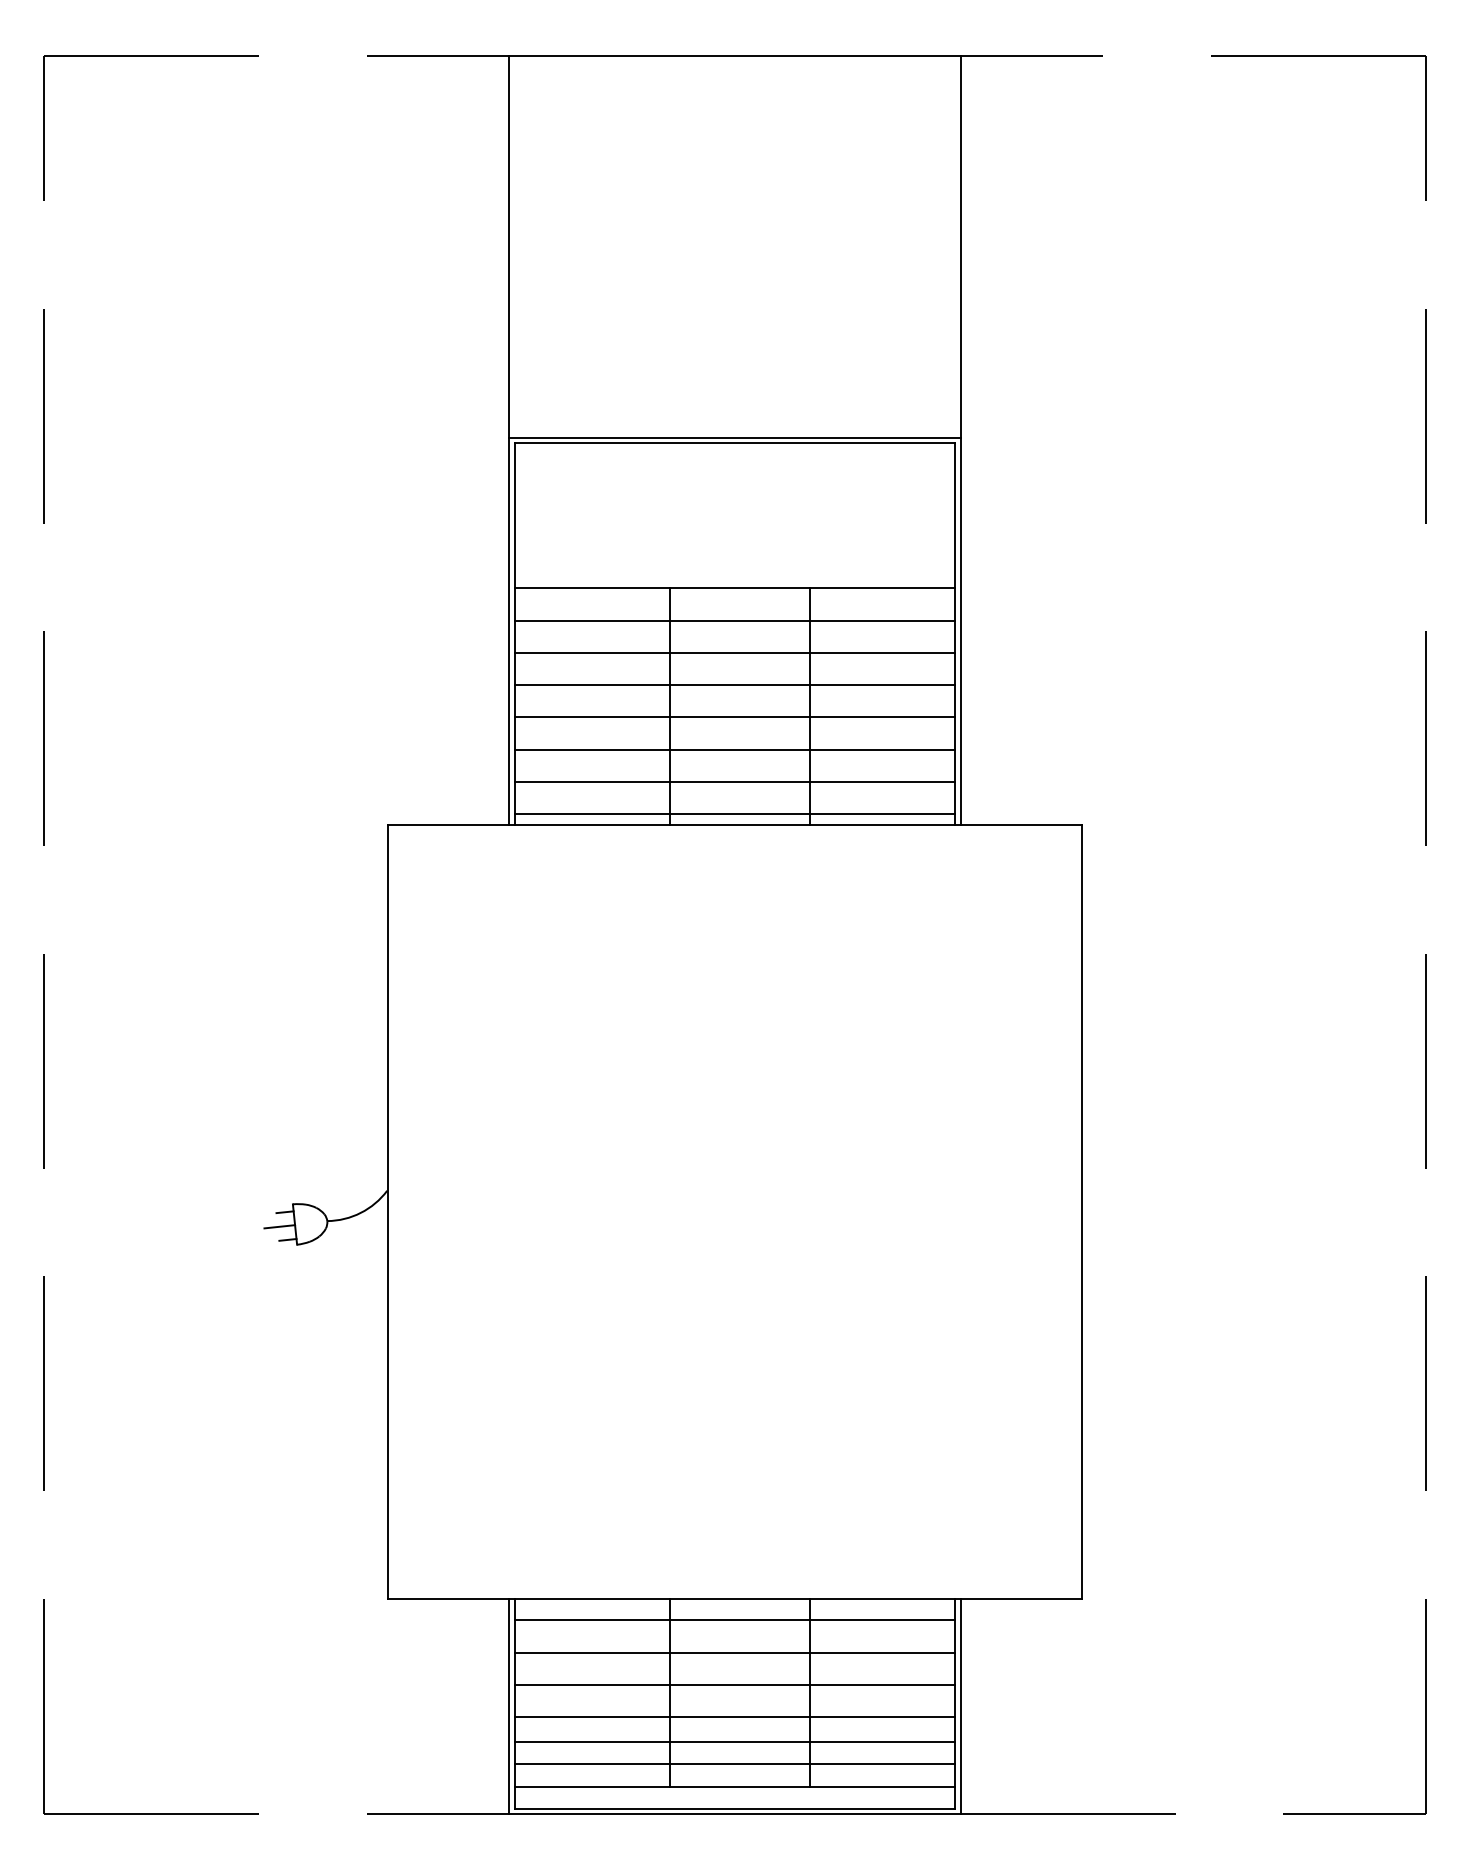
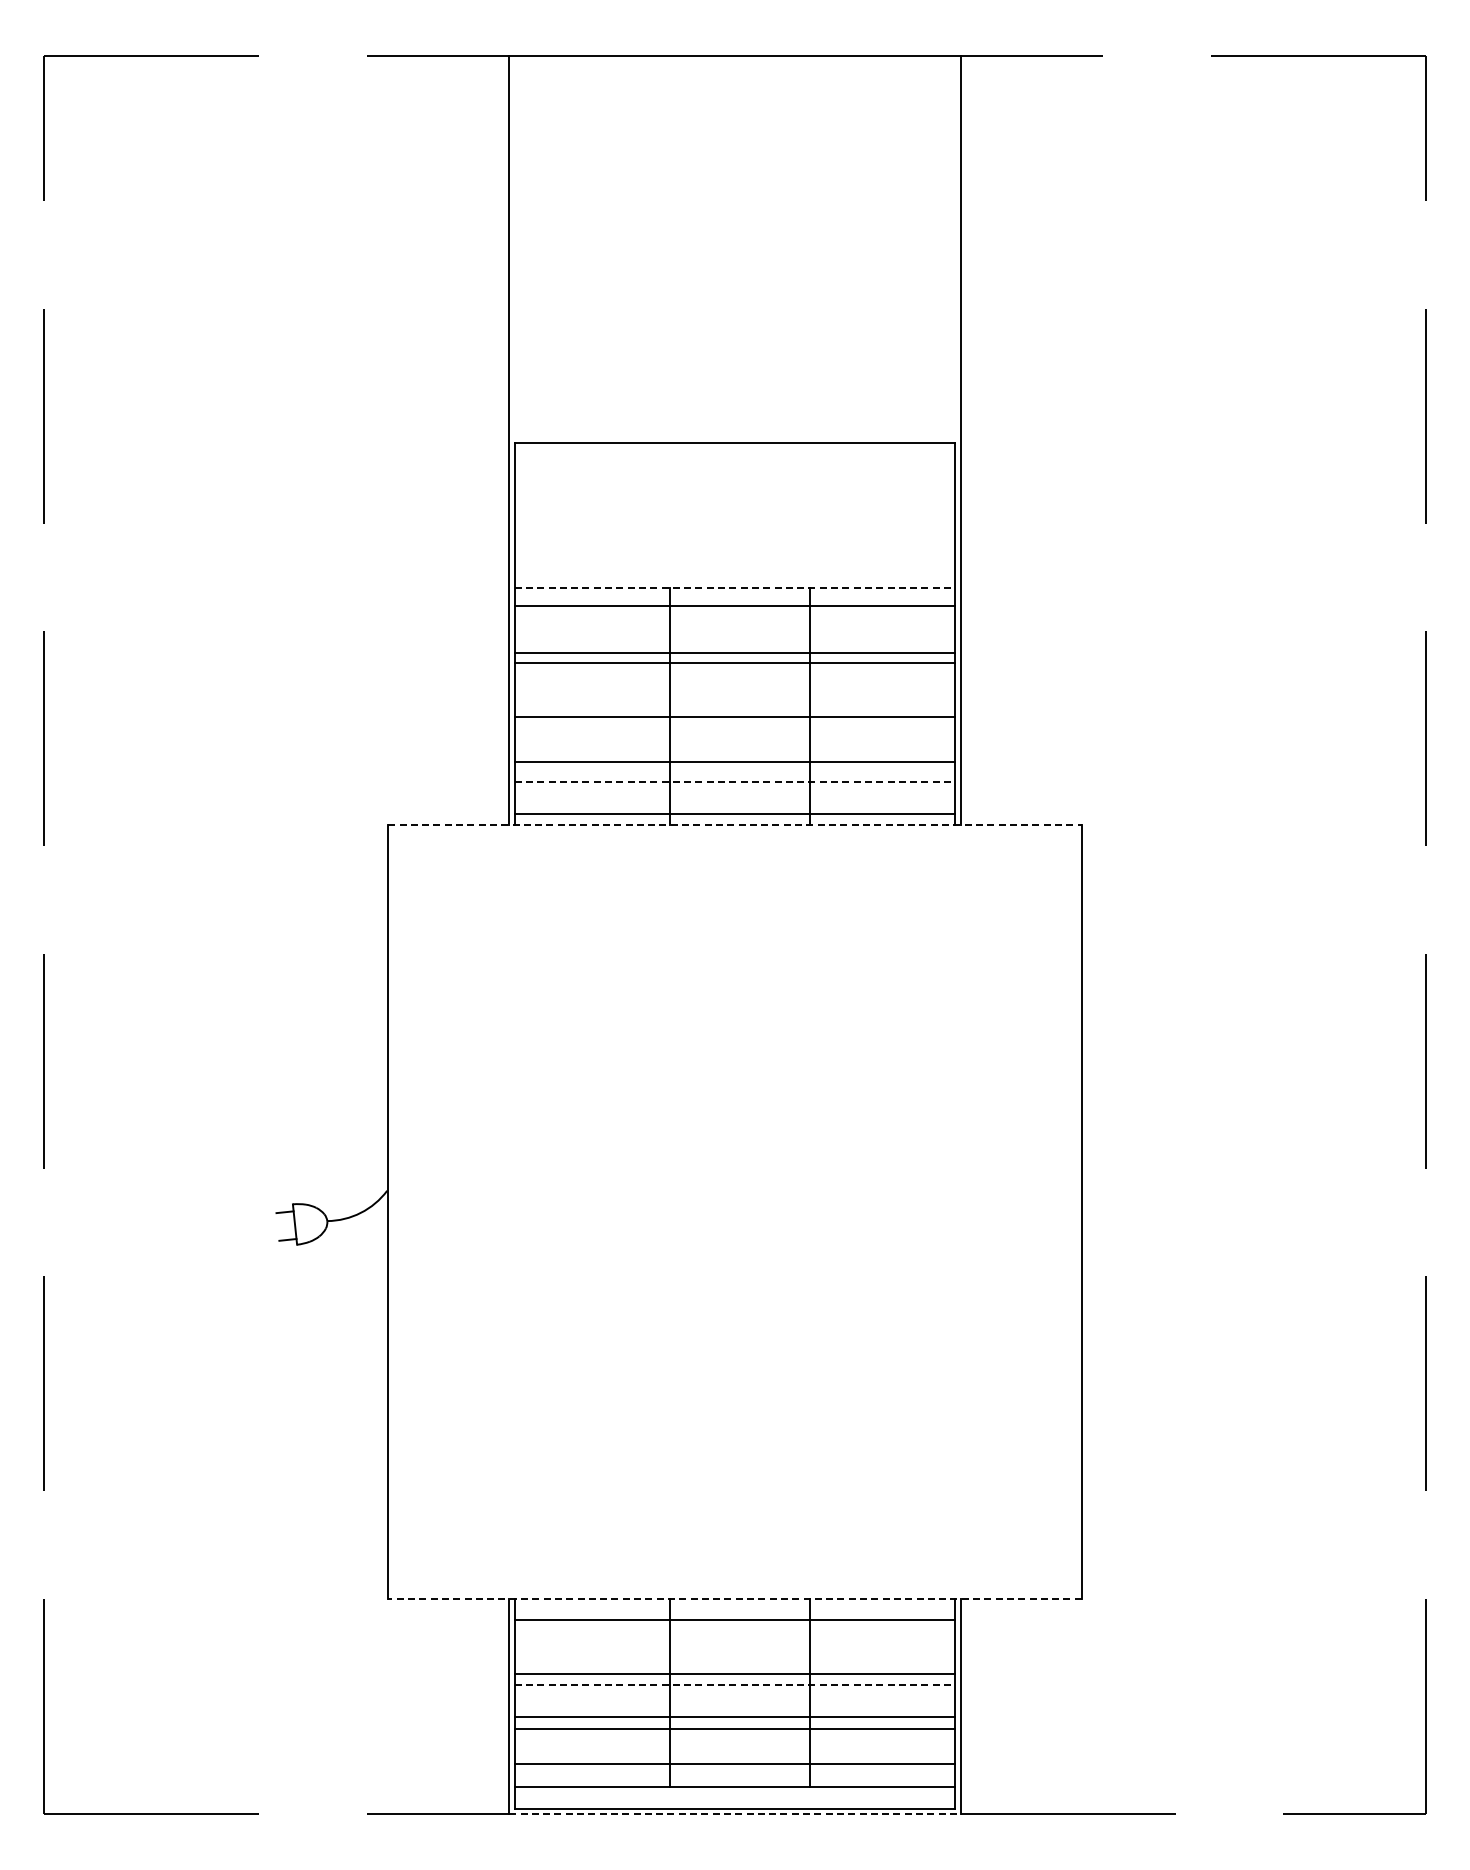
line at (734, 437): present -> none
line at (735, 588): solid -> dashed
line at (734, 620) position: (734, 620) -> (734, 605)
line at (734, 685) position: (734, 685) -> (734, 663)
line at (734, 749) position: (734, 749) -> (734, 761)
line at (735, 781): solid -> dashed
line at (735, 824): solid -> dashed
line at (279, 1226): present -> none
line at (735, 1598): solid -> dashed
line at (734, 1652) position: (734, 1652) -> (734, 1673)
line at (735, 1684): solid -> dashed
line at (734, 1742) position: (734, 1742) -> (734, 1729)
line at (734, 1813): solid -> dashed
